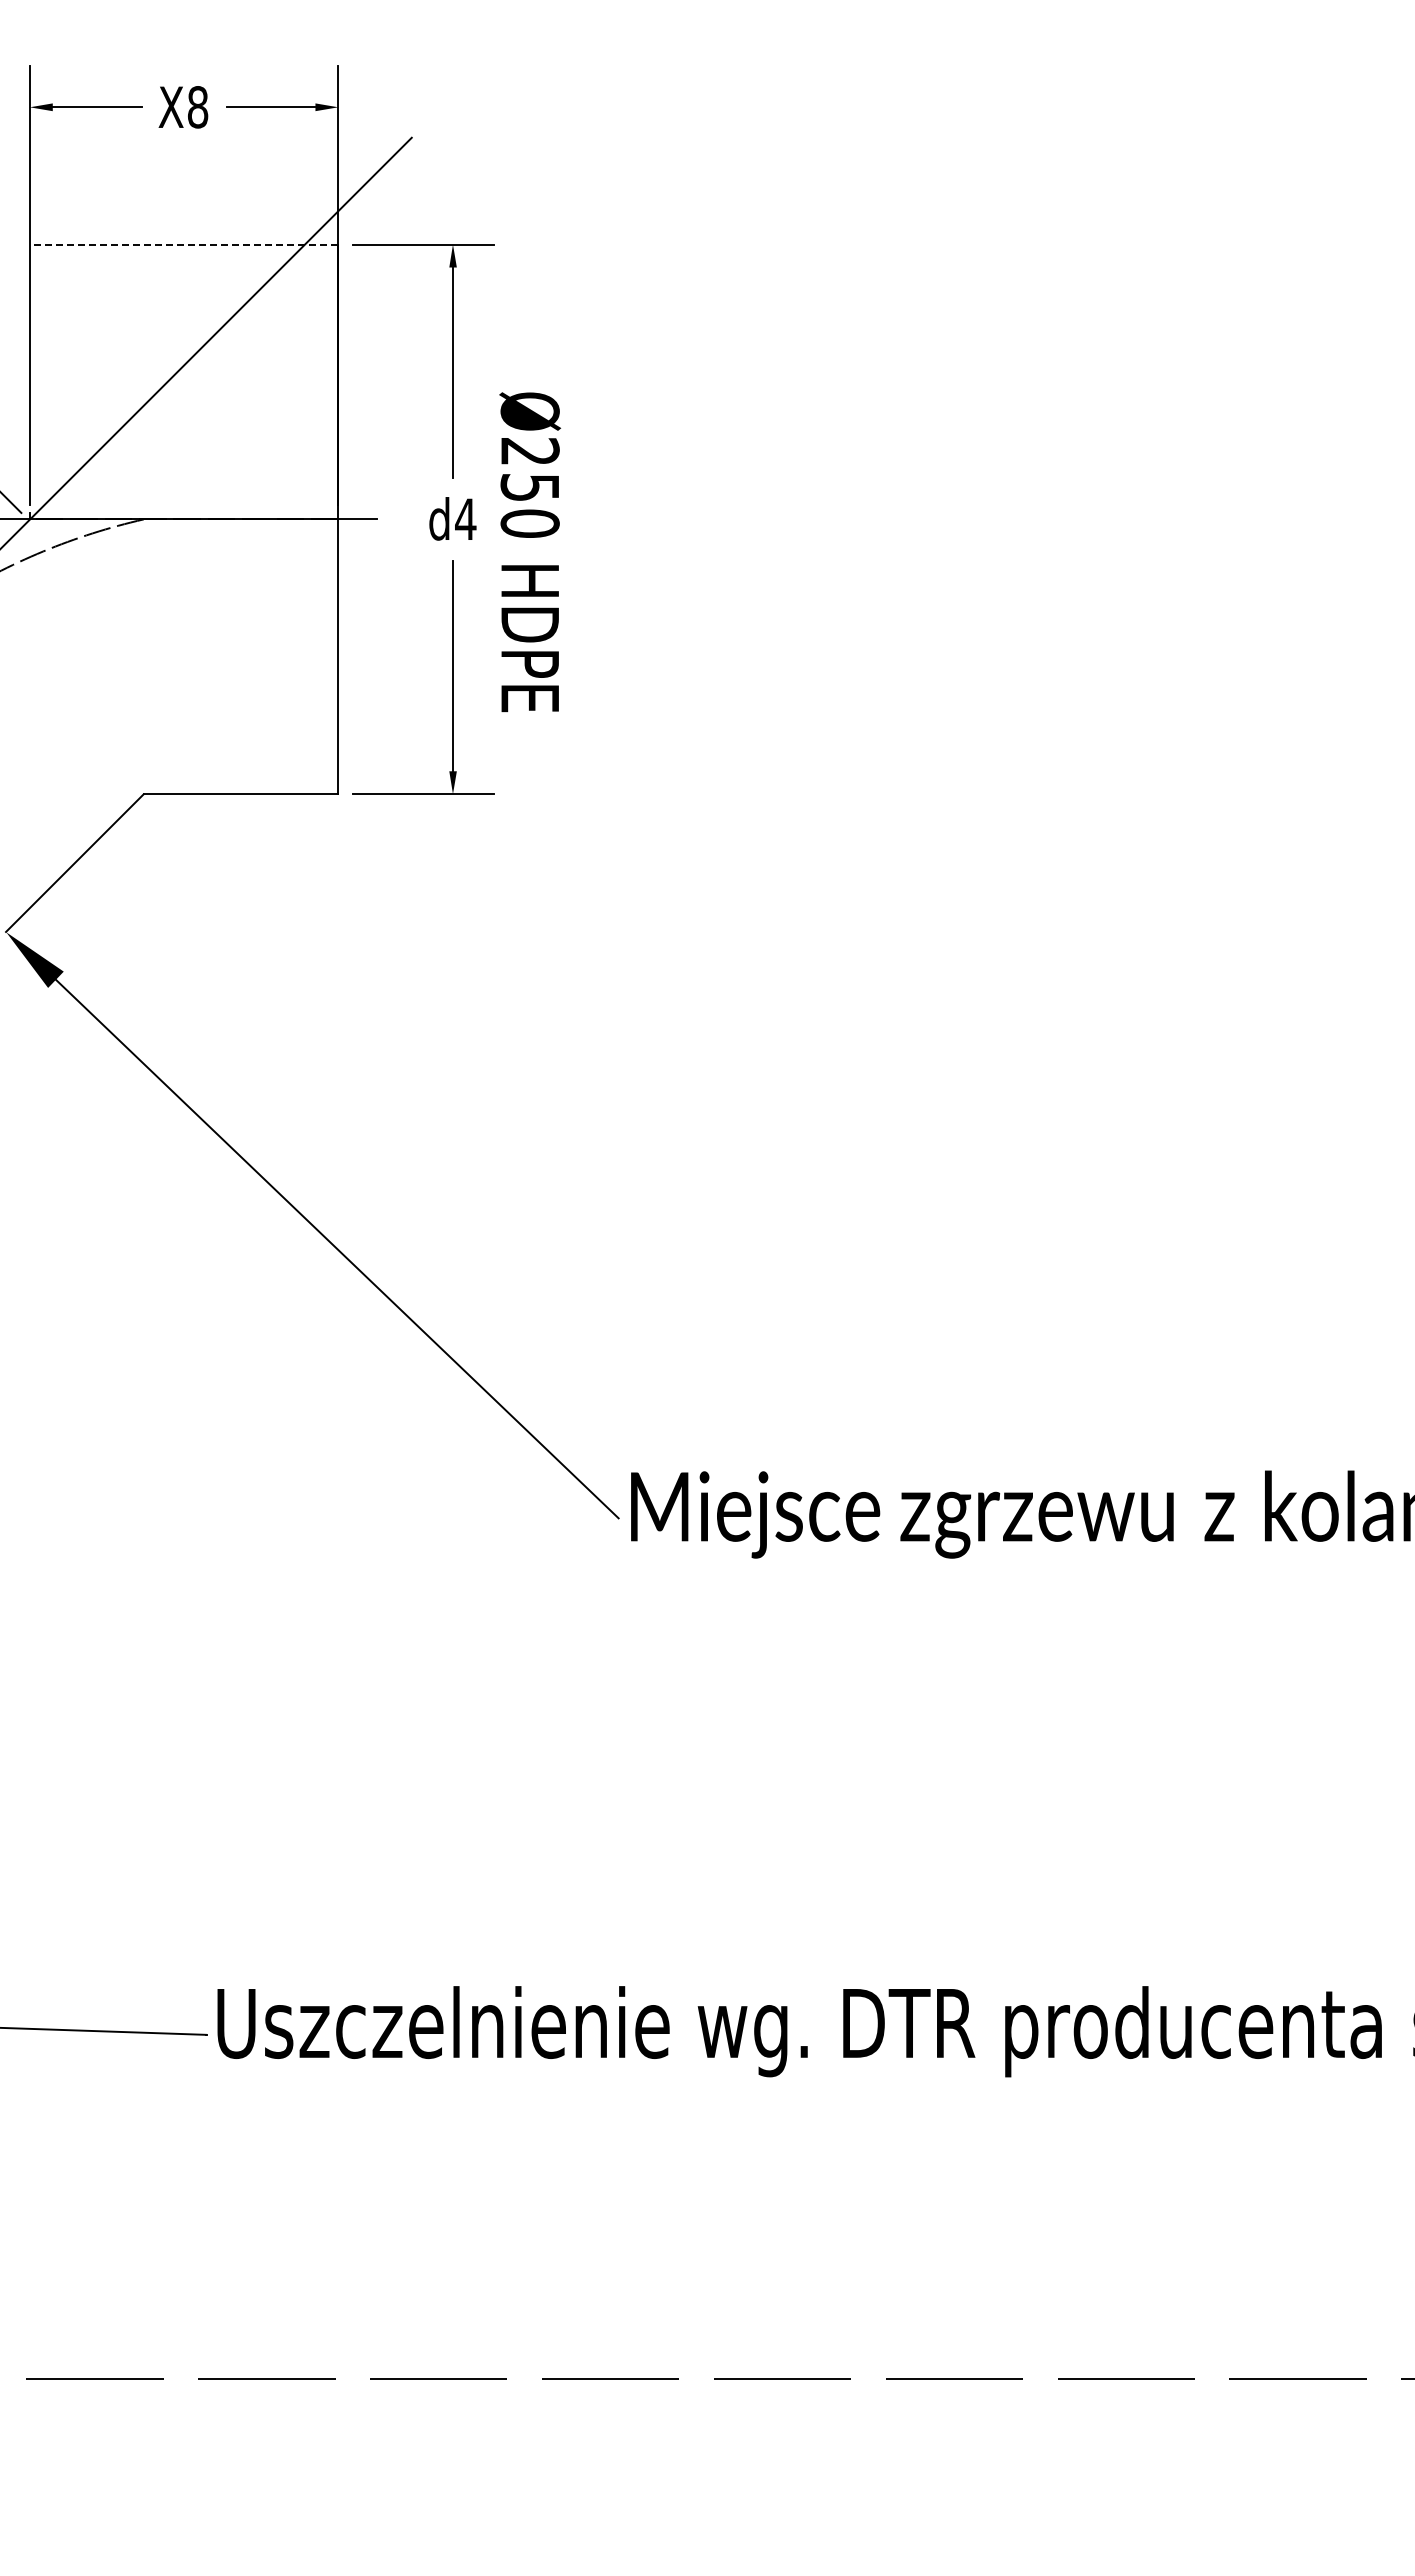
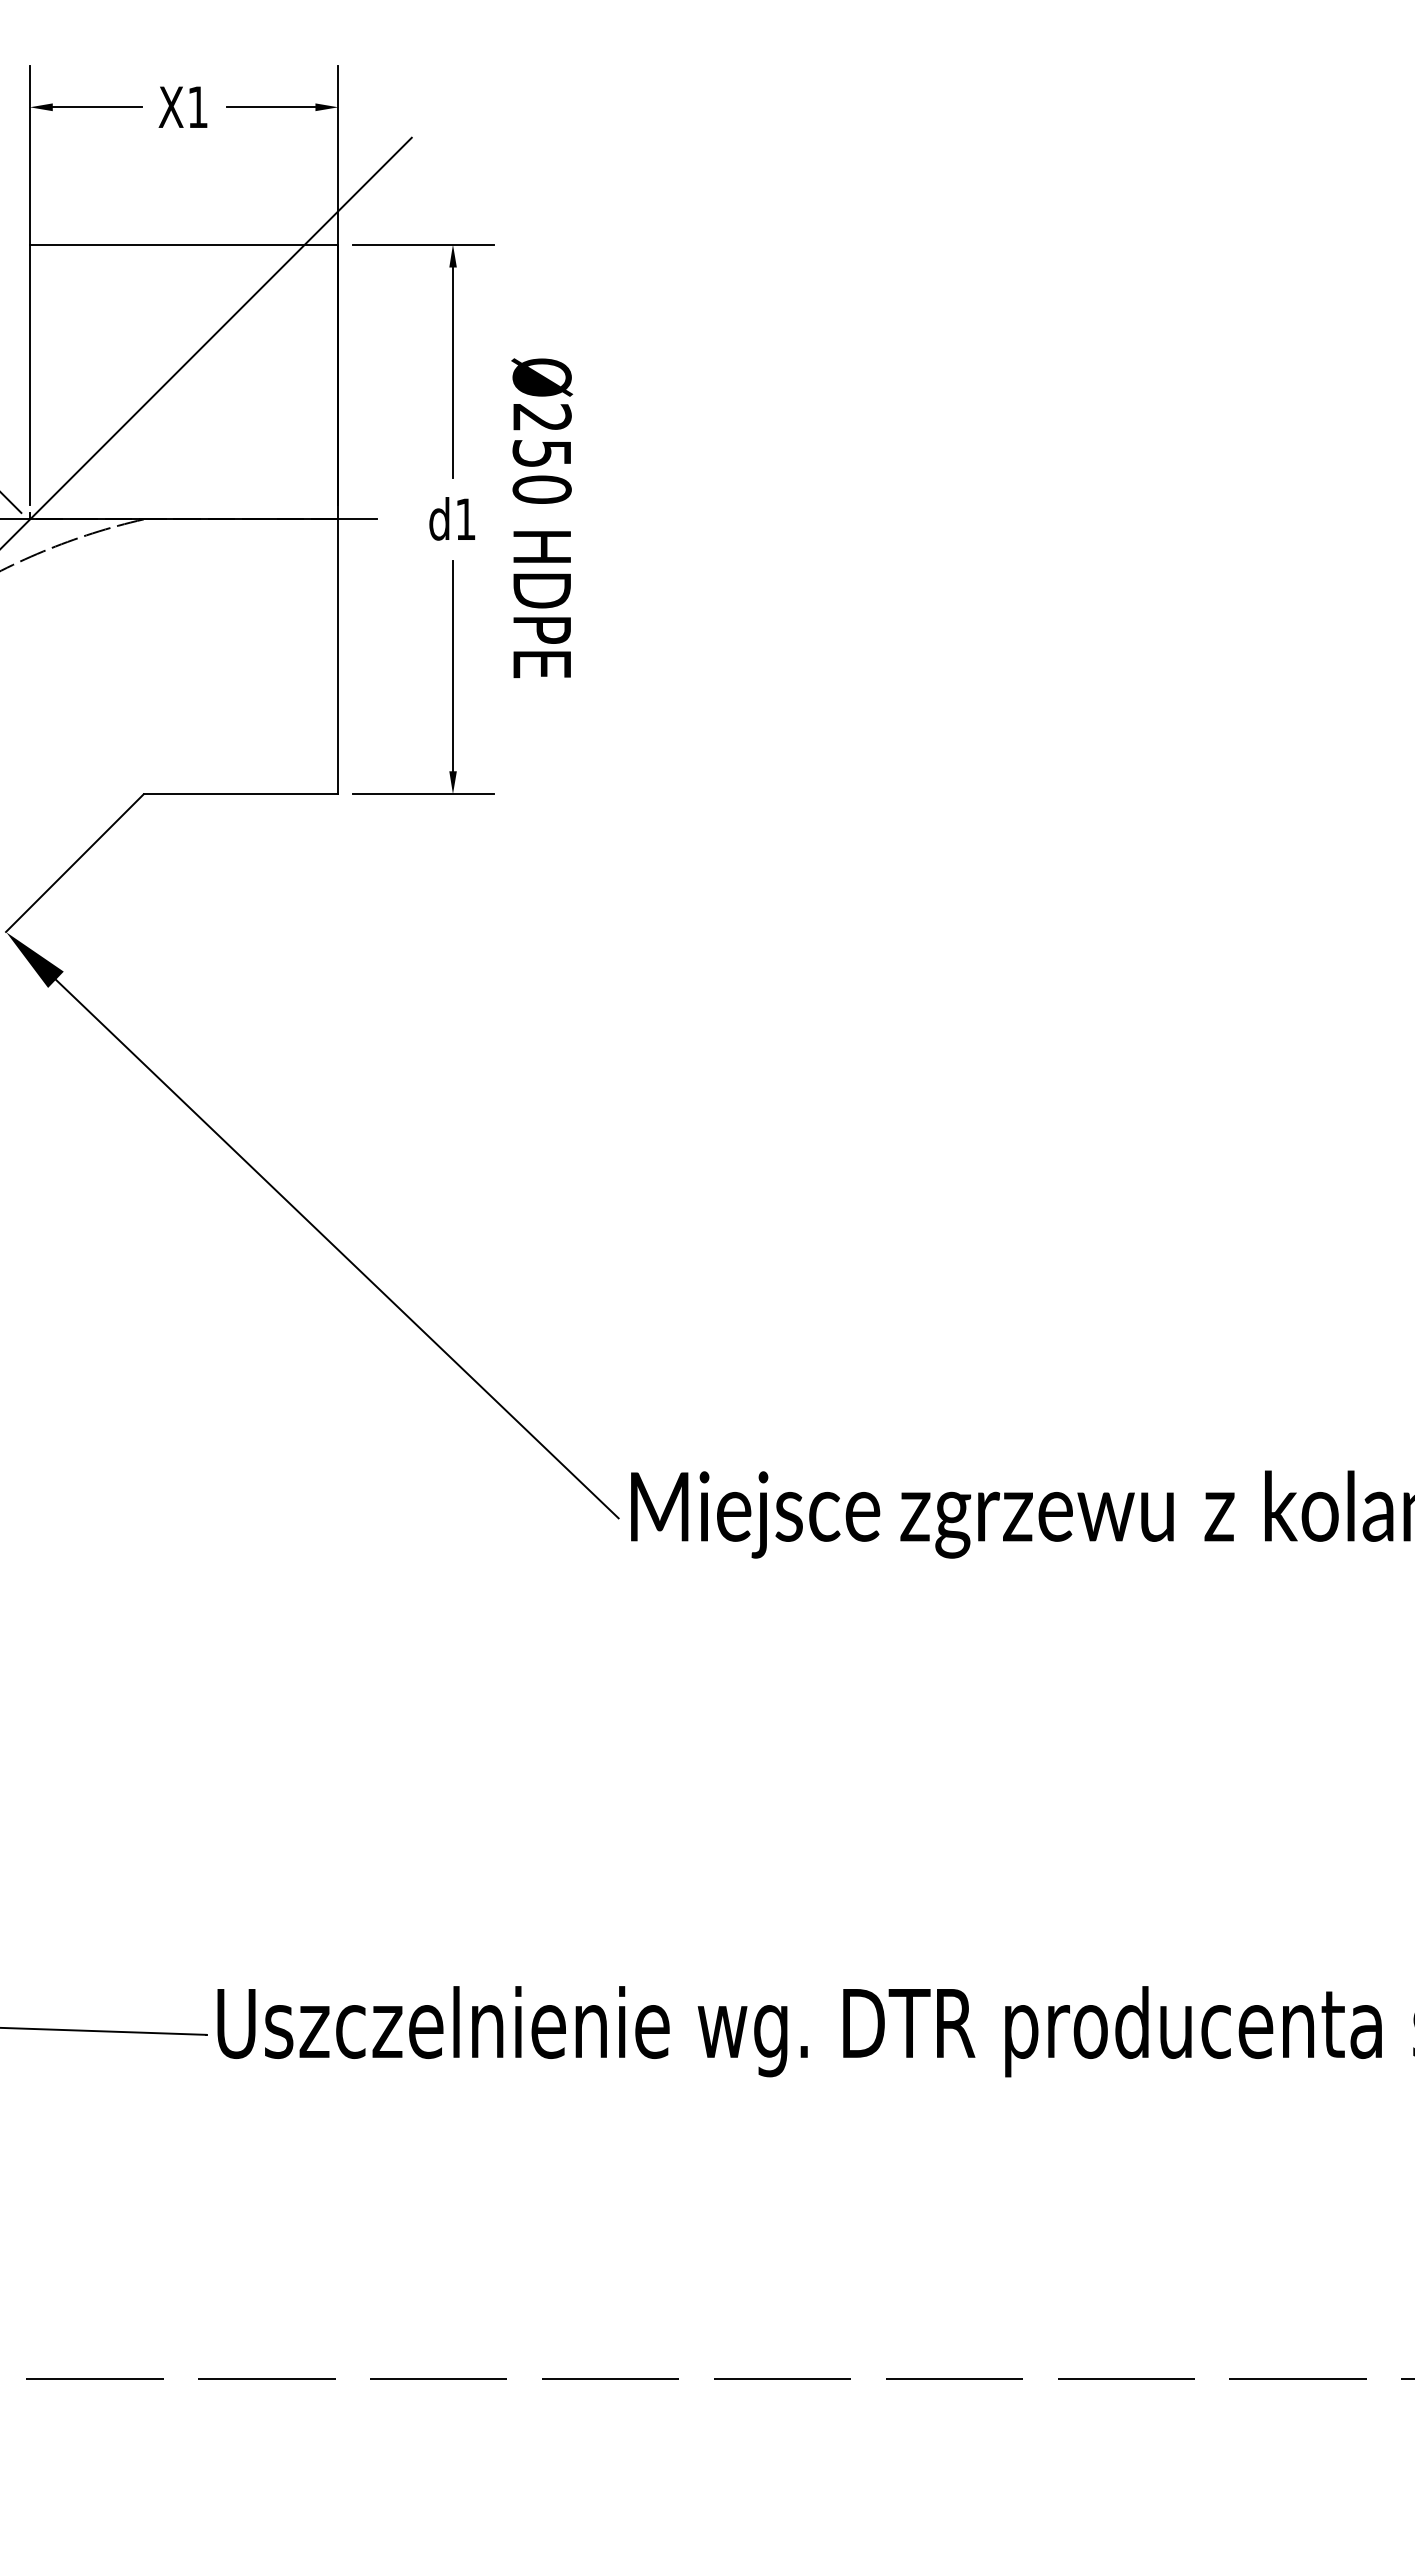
text at (198, 107): X8 -> X1
line at (183, 244): dashed -> solid
text at (465, 518): d4 -> d1
text at (530, 552) position: (530, 552) -> (542, 518)
